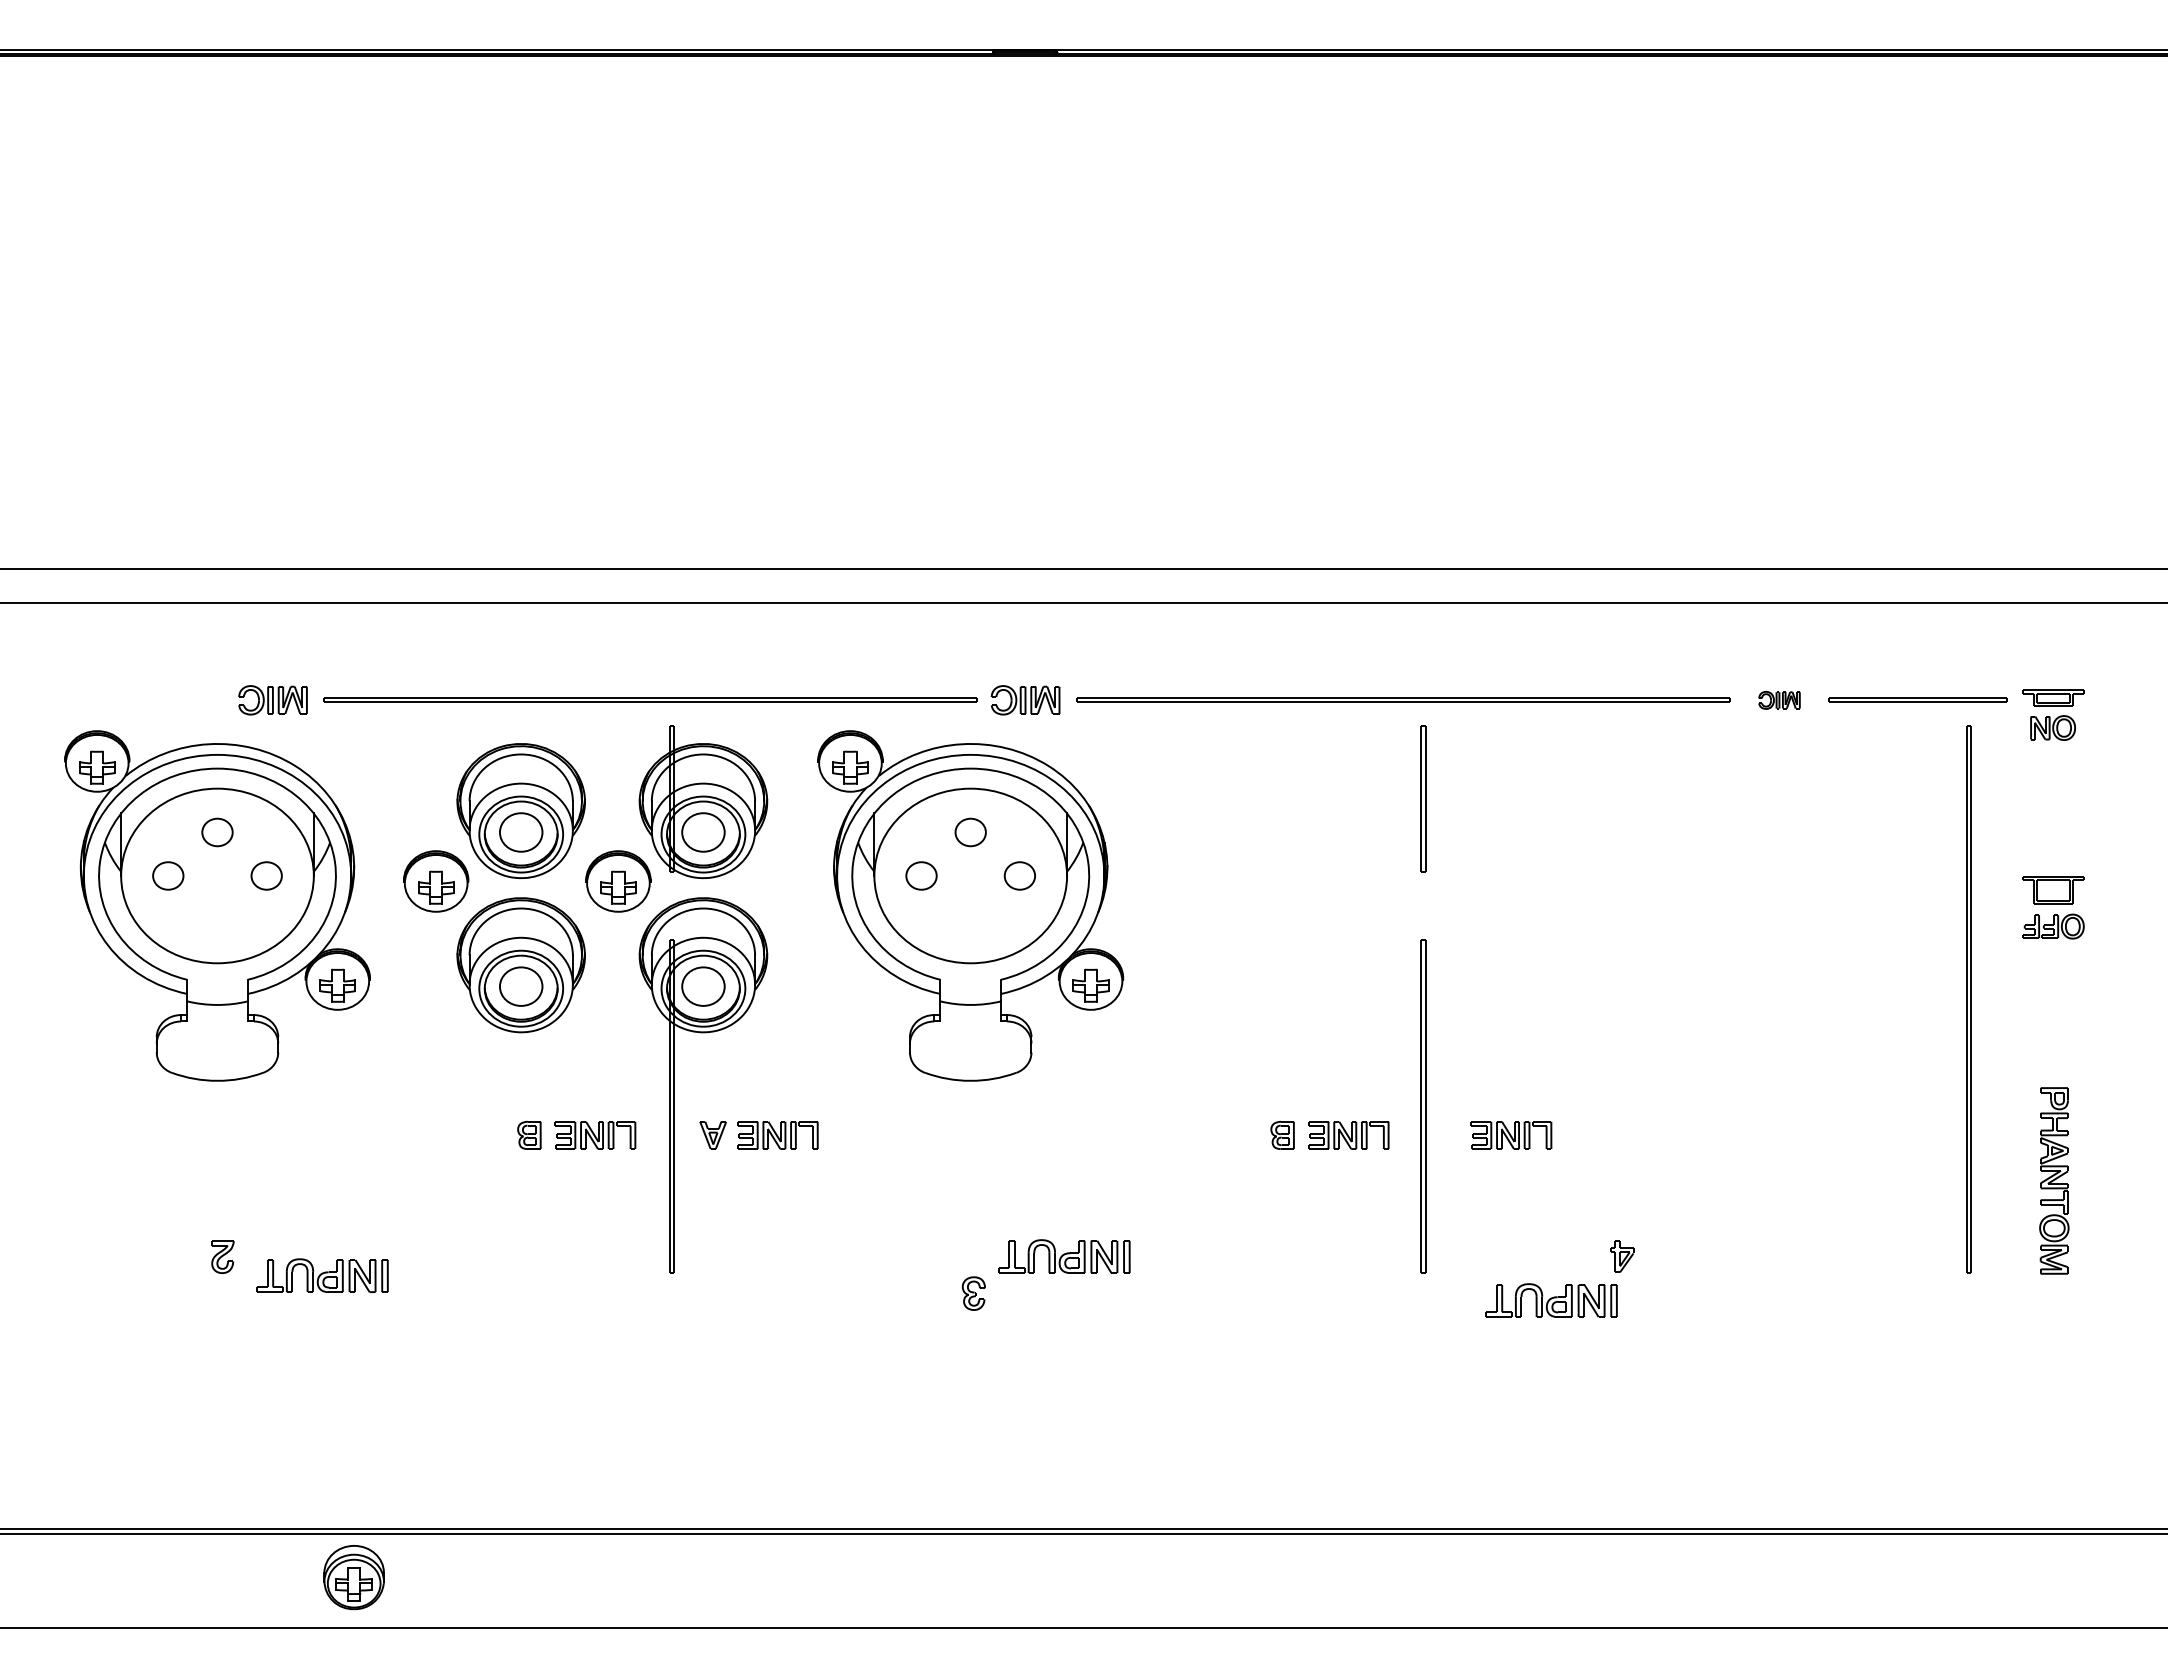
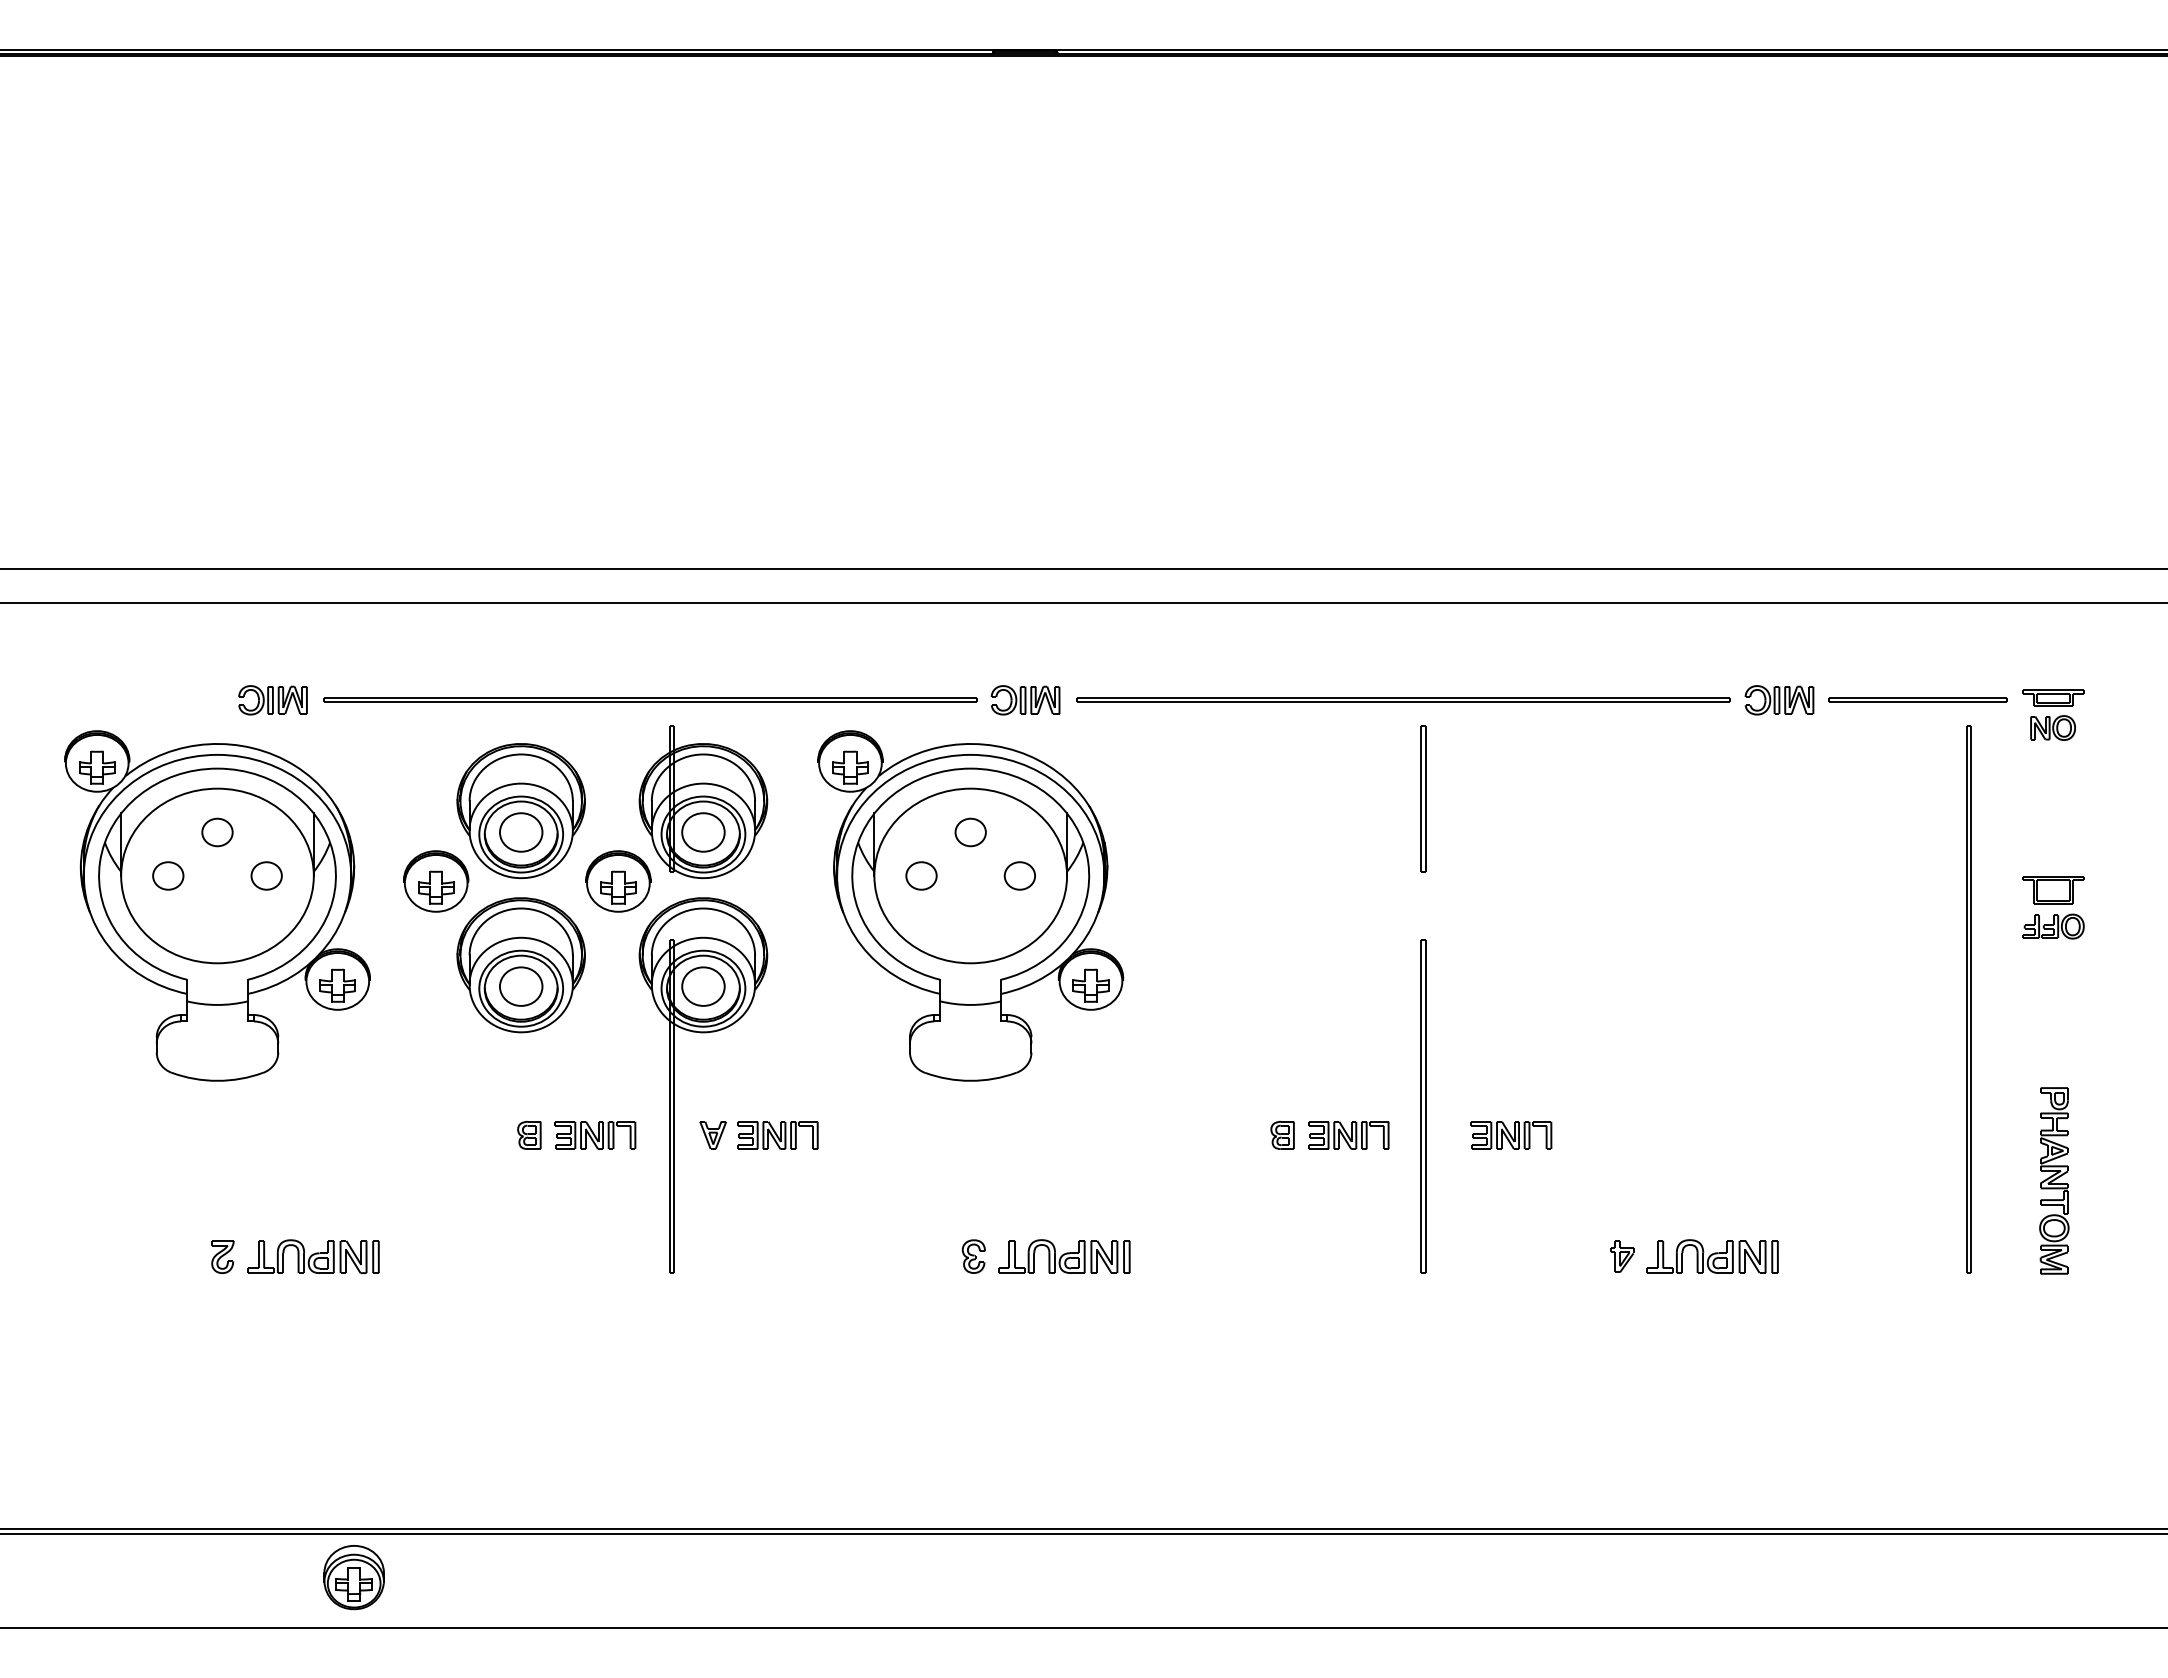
part at (1779, 700) size: 43x19 px -> 71x31 px
part at (322, 1275) position: (322, 1275) -> (313, 1256)
part at (973, 1293) position: (973, 1293) -> (973, 1256)
part at (1551, 1300) position: (1551, 1300) -> (1712, 1256)
